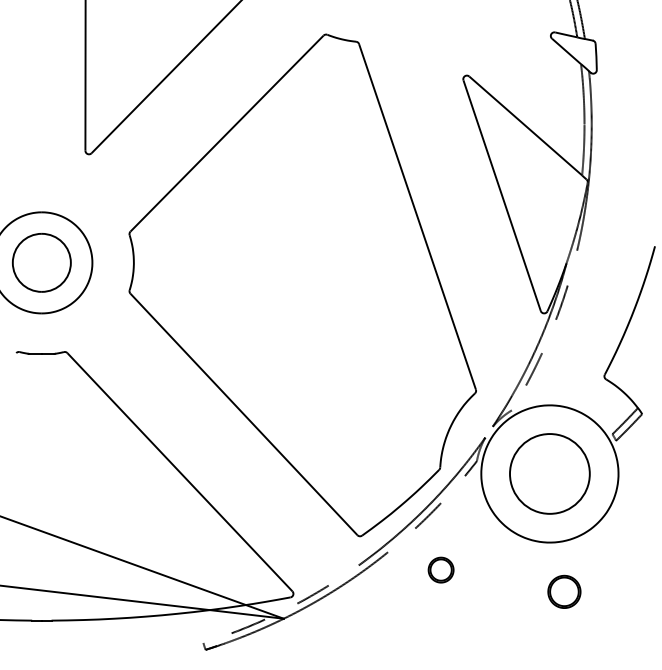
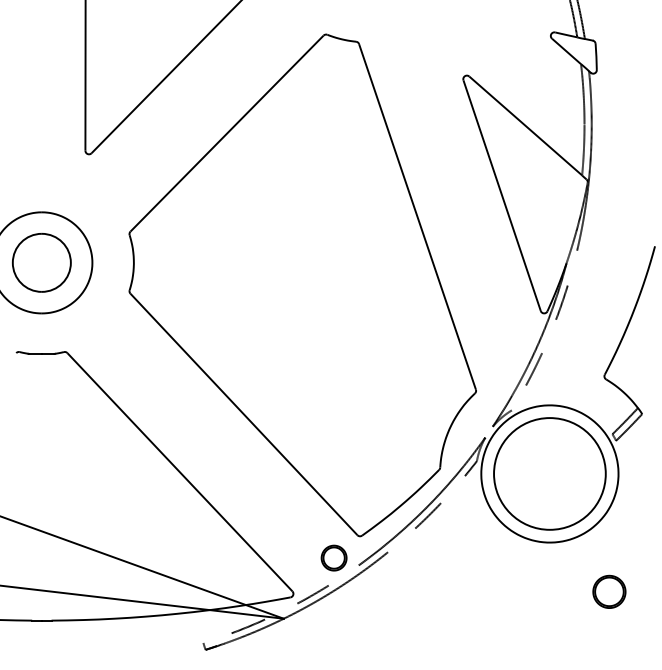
circle at (549, 473) diameter: 80 px -> 112 px
part at (440, 569) position: (440, 569) -> (333, 557)
part at (564, 591) position: (564, 591) -> (609, 591)
